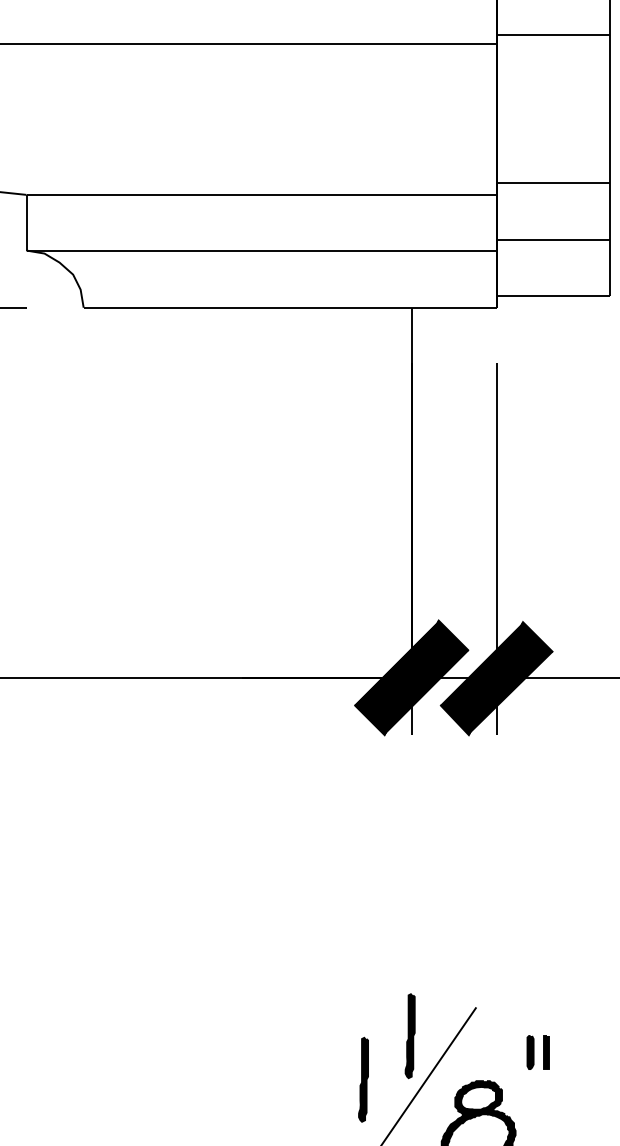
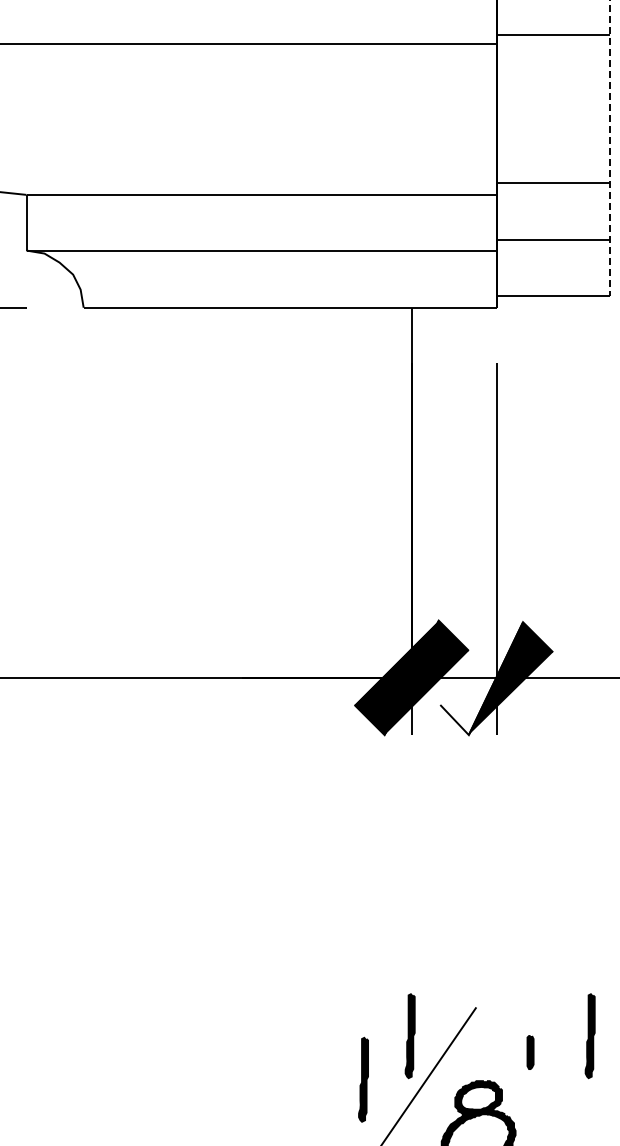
line at (610, 148): solid -> dashed
fill at (481, 678): present -> none
part at (589, 1036): none -> present
part at (546, 1052): present -> none
